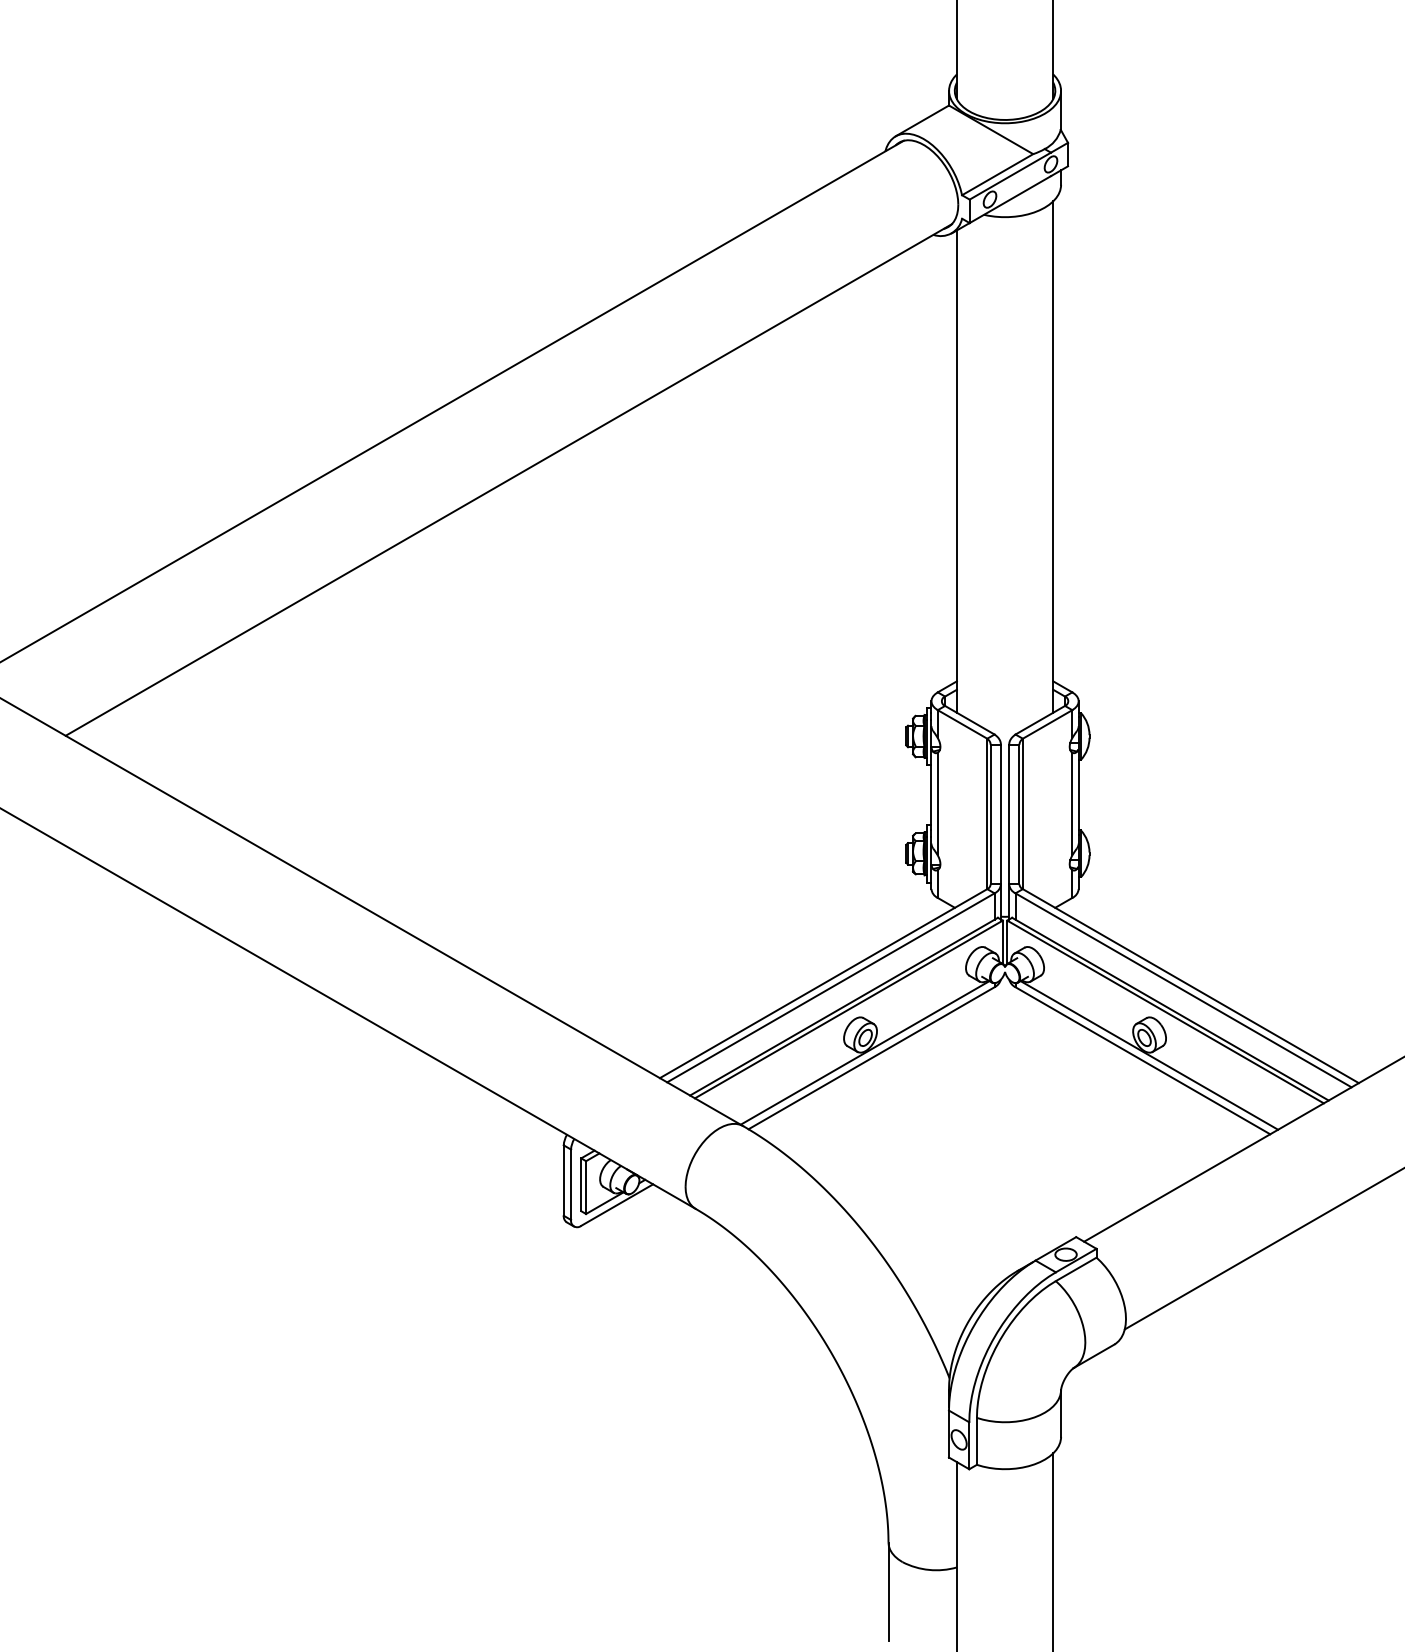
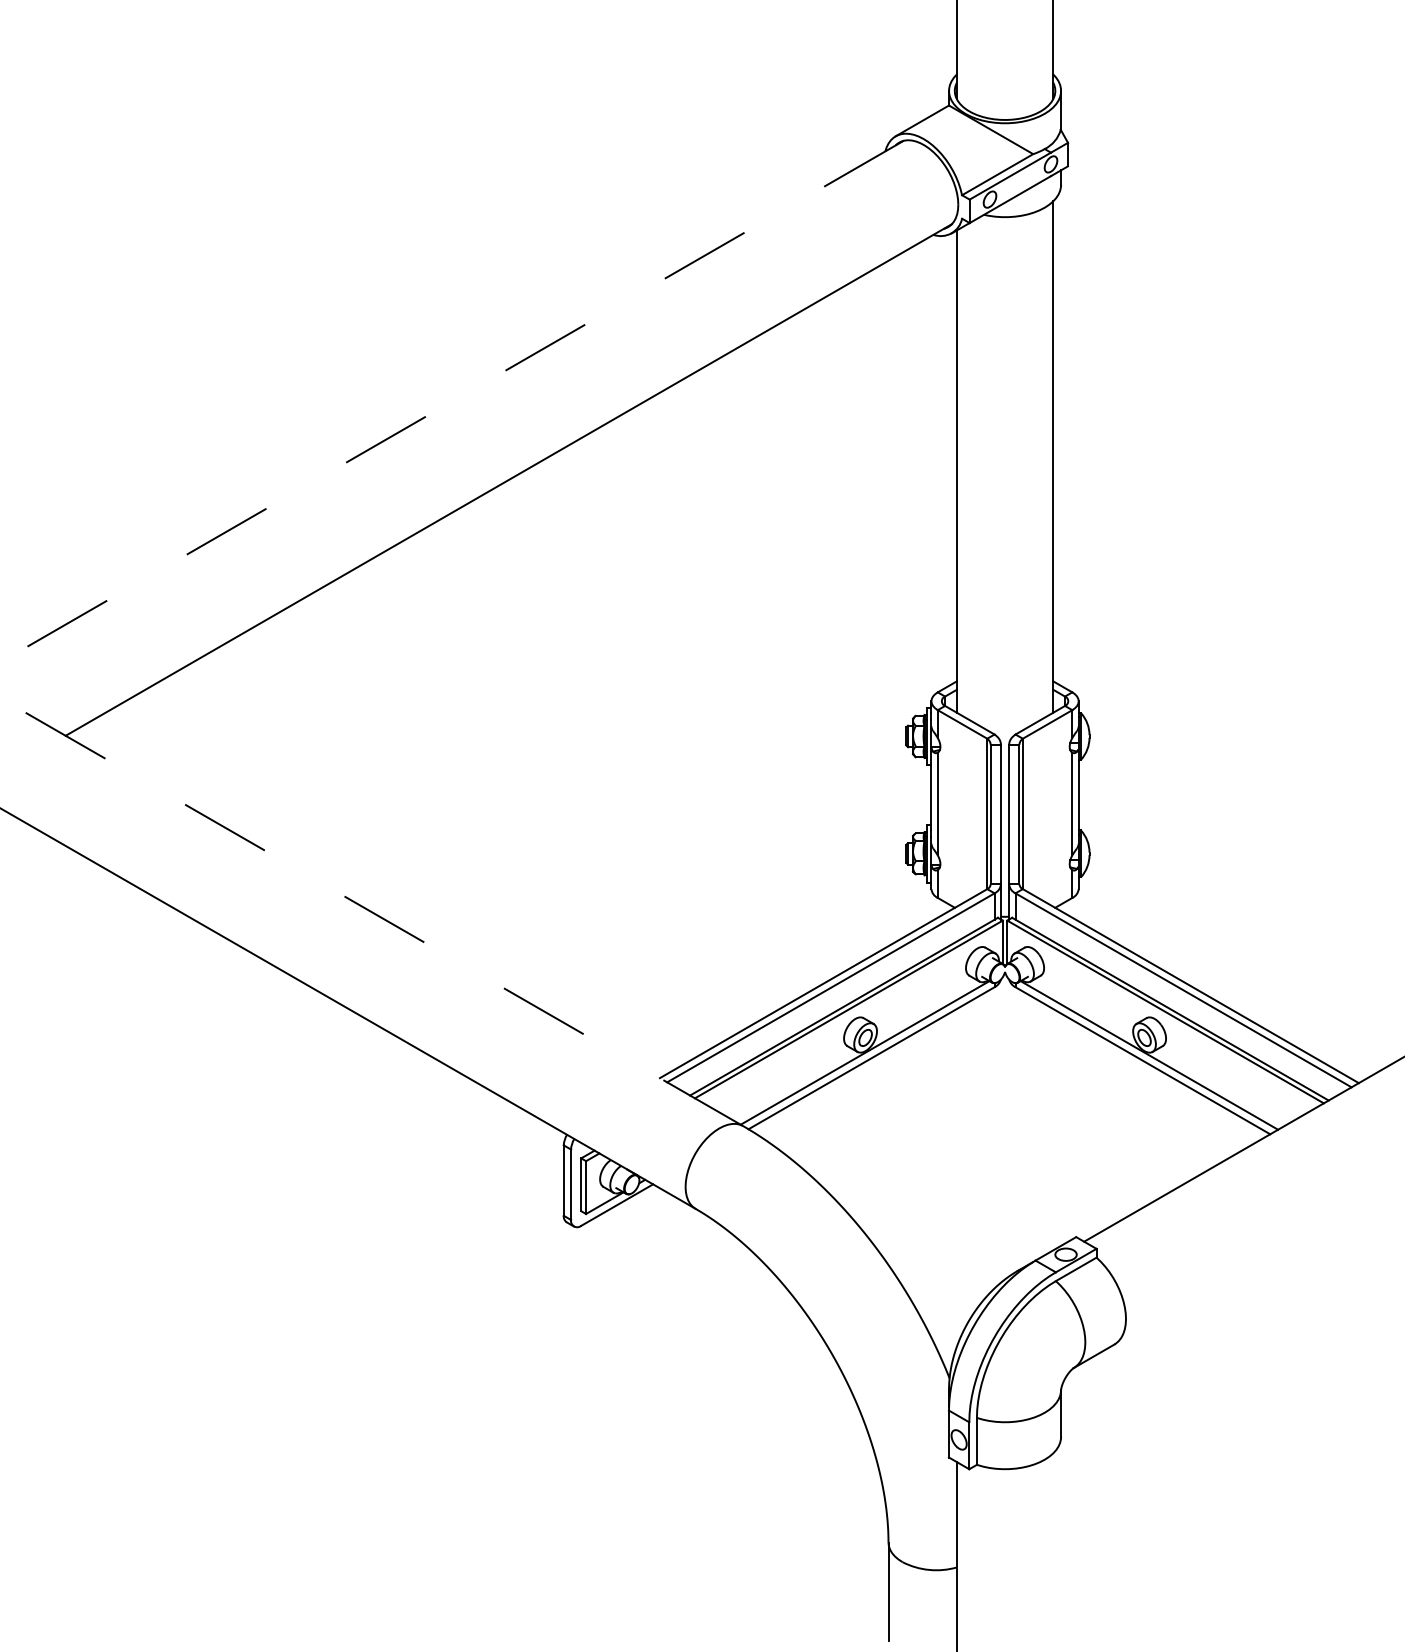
line at (452, 401): solid -> dashed
line at (371, 911): solid -> dashed
line at (1262, 1249): present -> none
line at (1053, 1550): present -> none
